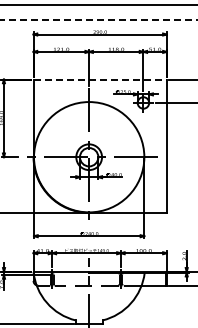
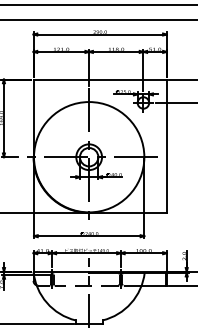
line at (99, 19): dashed -> solid
line at (100, 79): dashed -> solid
